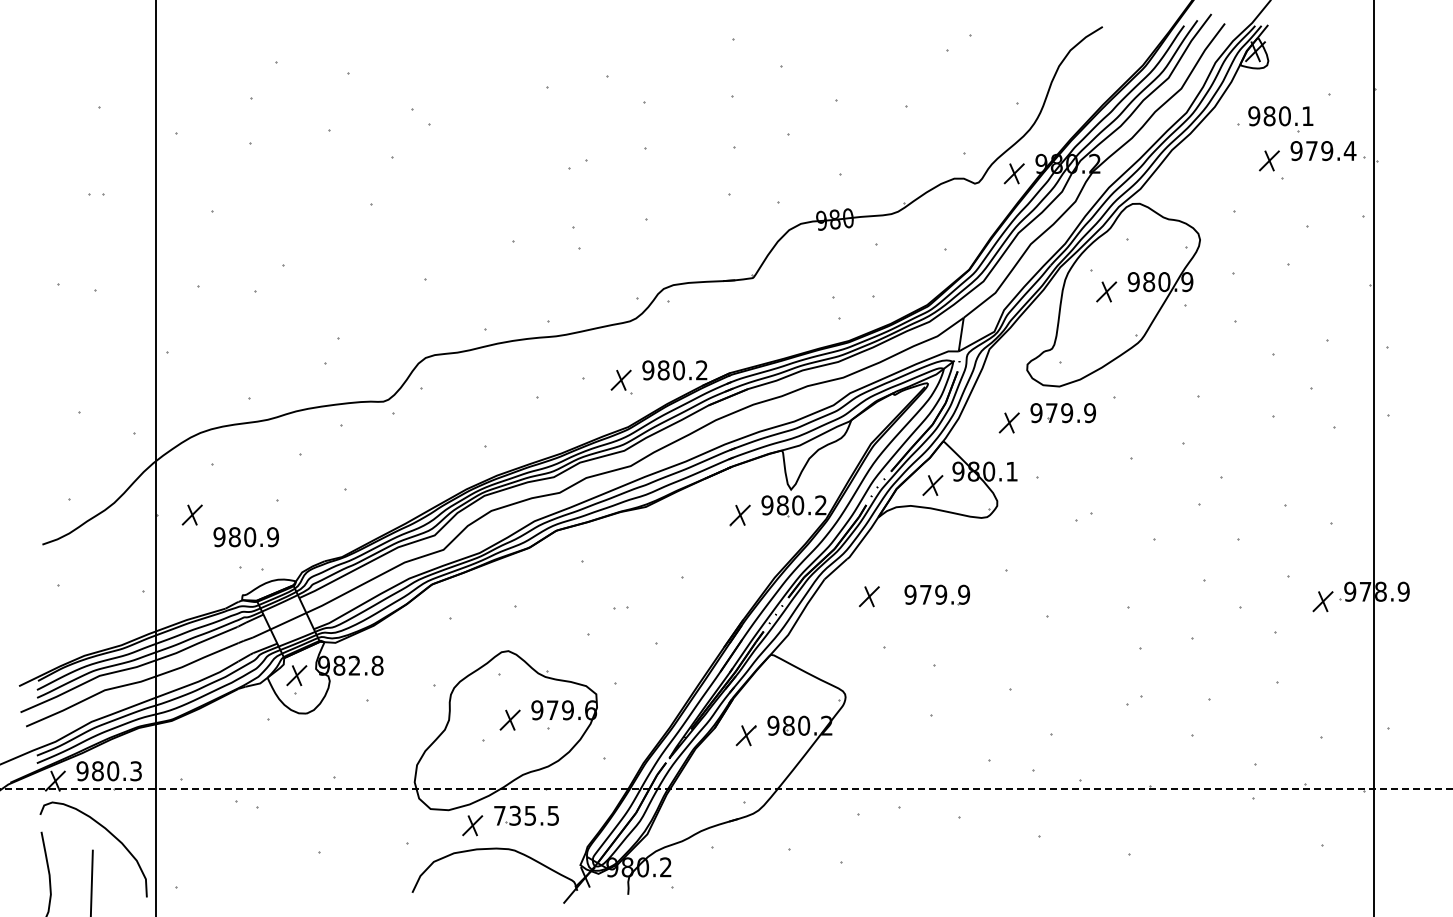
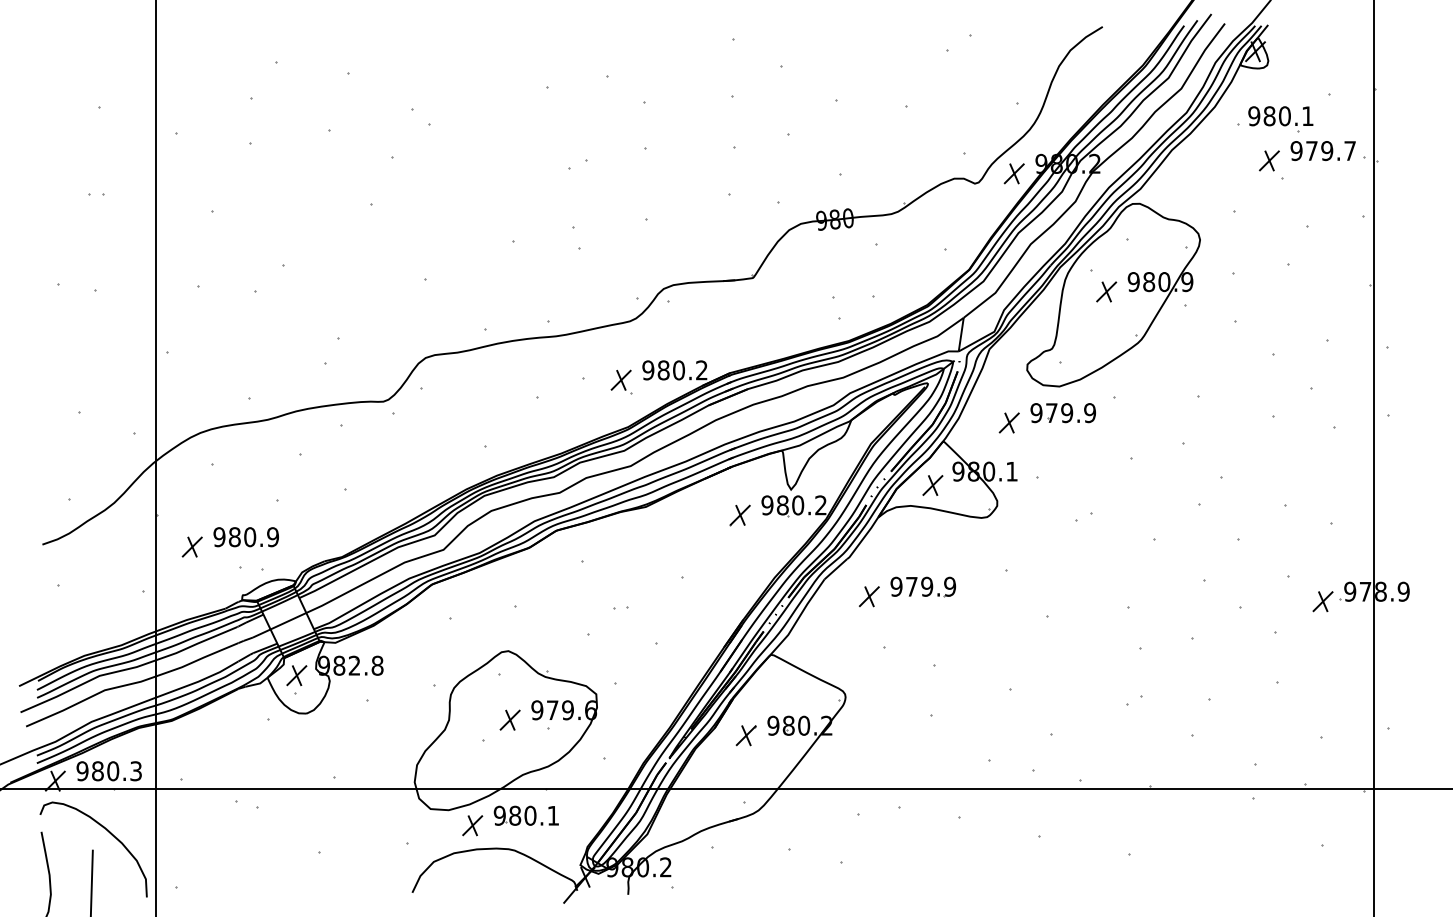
text at (1349, 150): 979.4 -> 979.7
part at (191, 514) position: (191, 514) -> (191, 546)
part at (937, 594) position: (937, 594) -> (923, 586)
line at (726, 788): dashed -> solid
text at (525, 815): 735.5 -> 980.1
